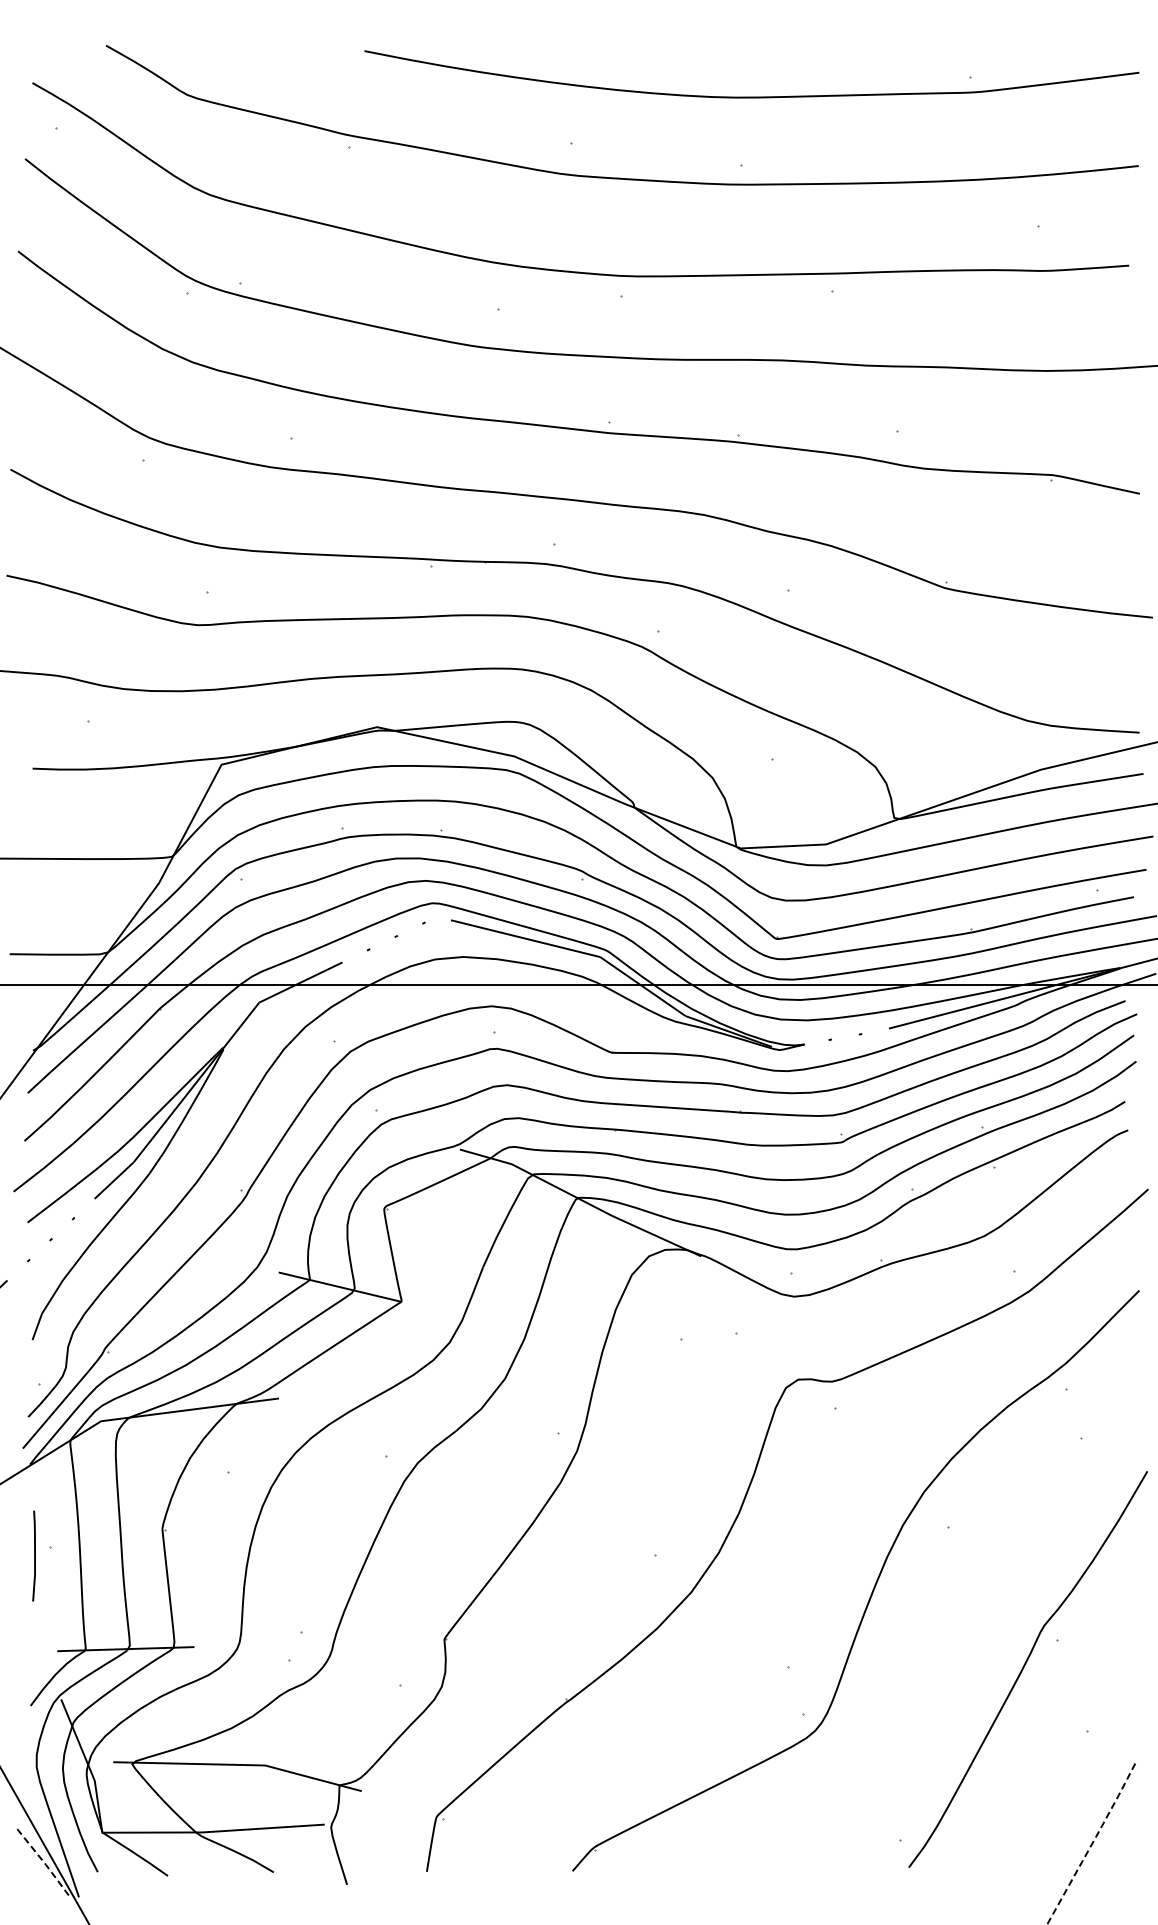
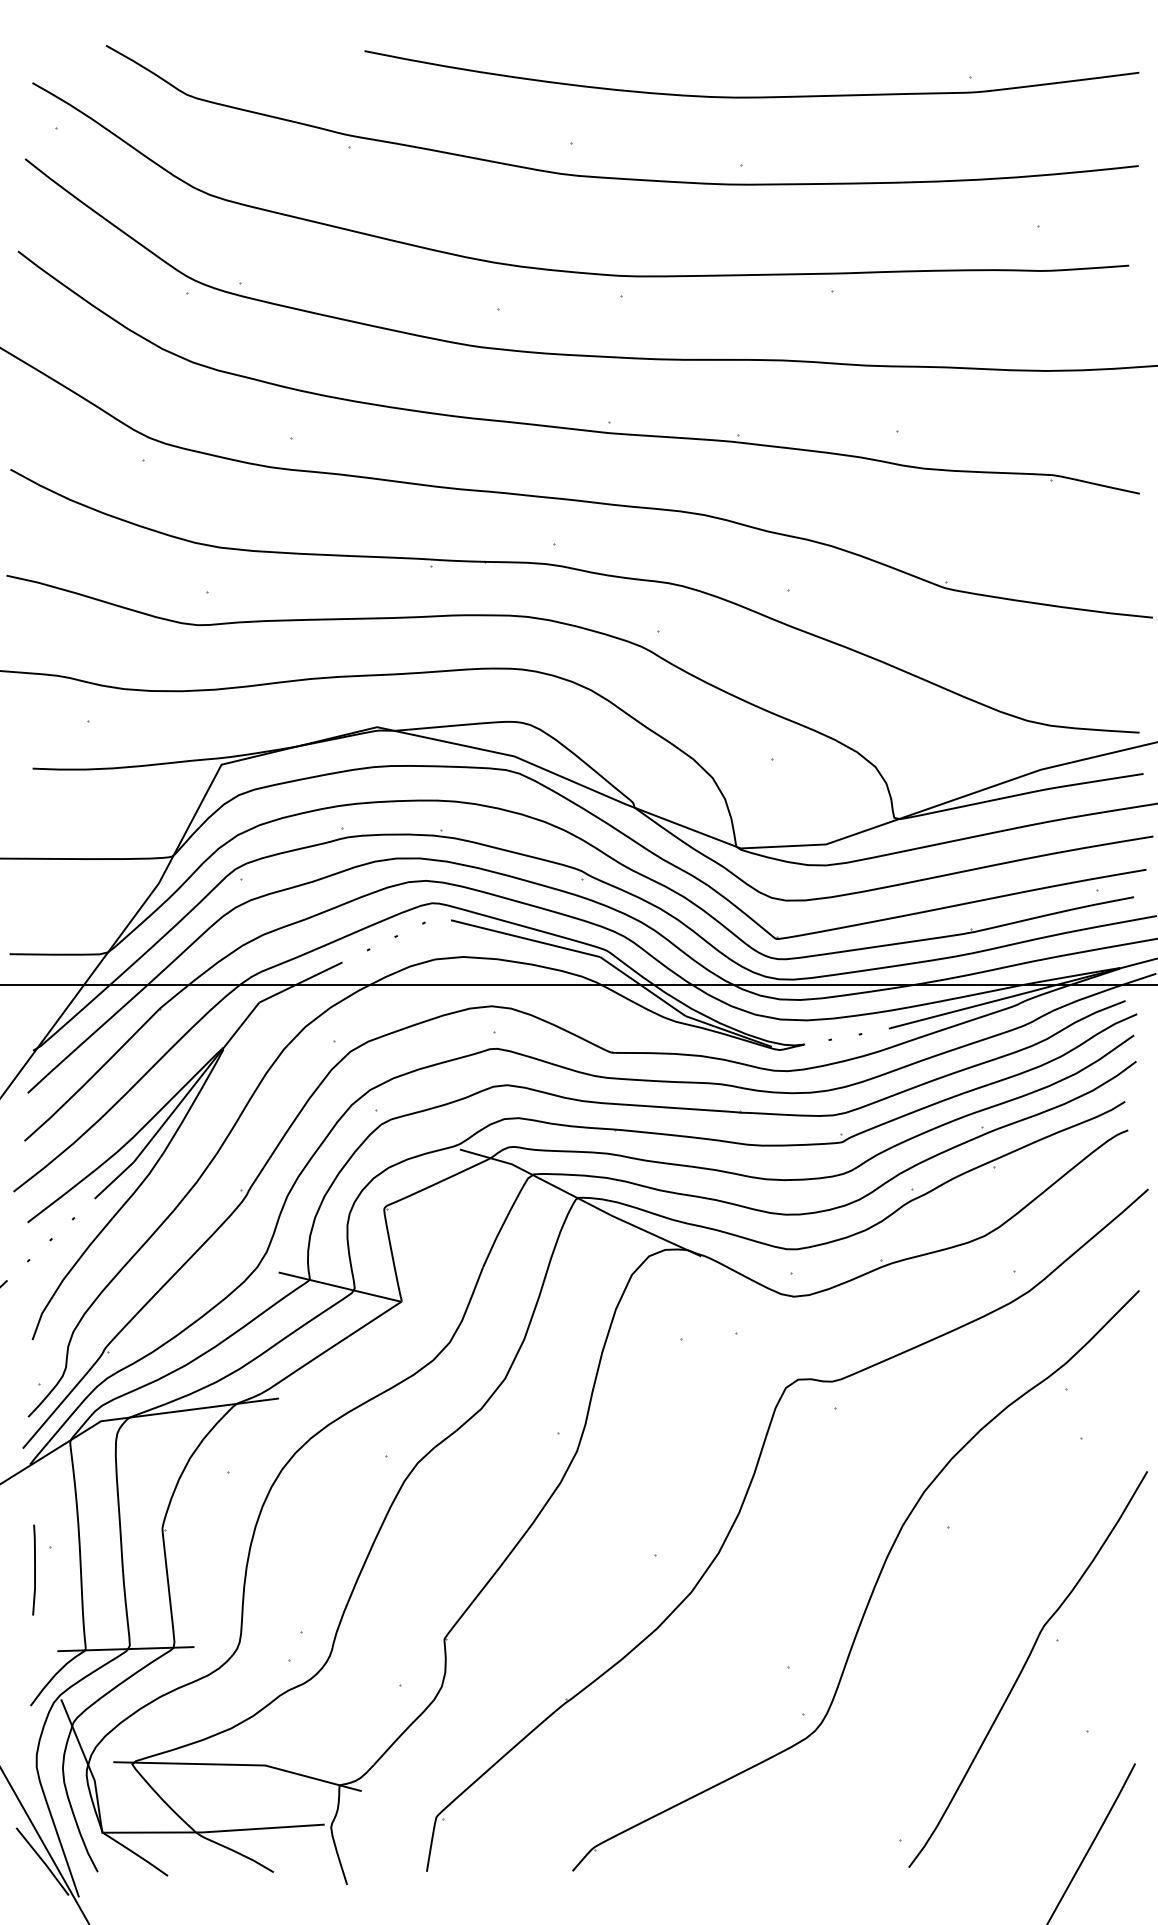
curve at (34, 1555) position: (34, 1555) -> (34, 1569)
line at (1092, 1843): dashed -> solid
line at (43, 1861): dashed -> solid
